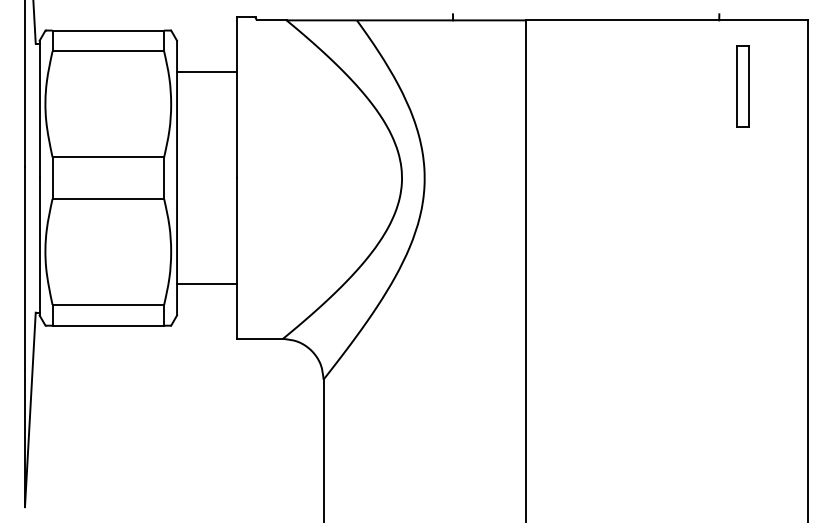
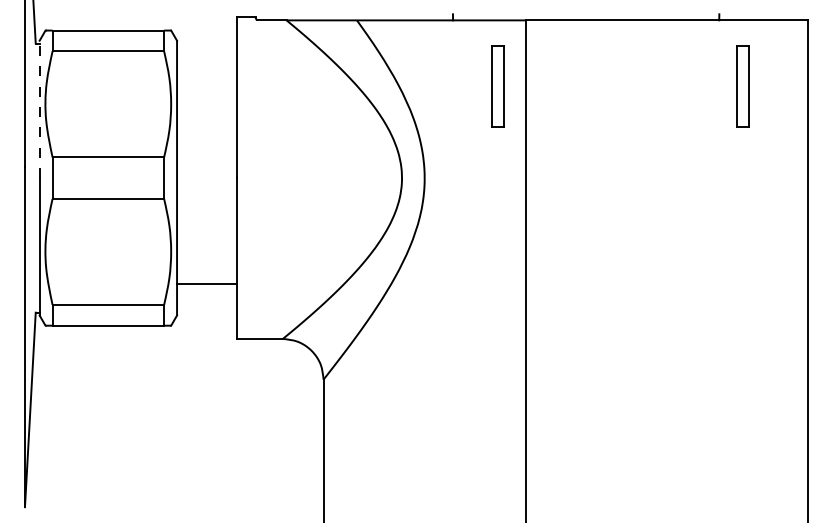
line at (207, 72): present -> none
part at (497, 86): none -> present
line at (39, 109): solid -> dashed
